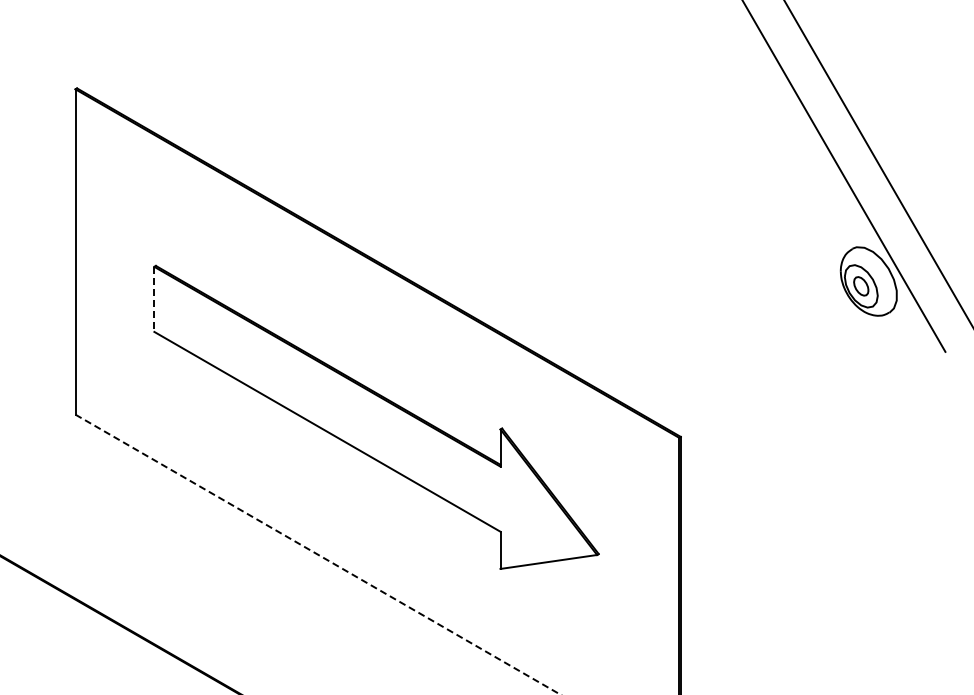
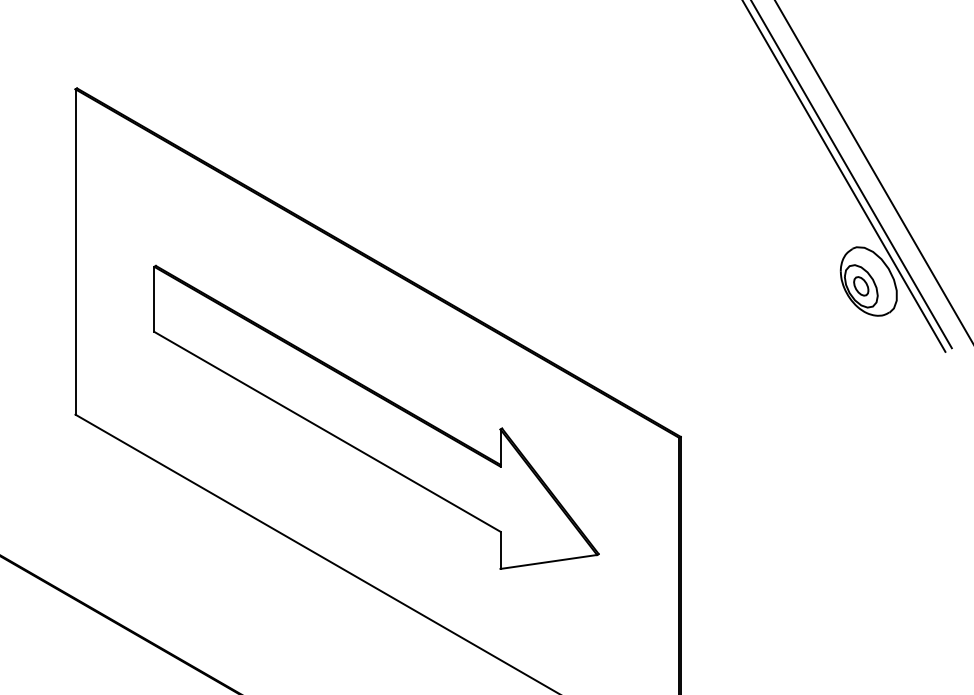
line at (877, 162) position: (877, 162) -> (873, 170)
line at (851, 175): none -> present
line at (154, 299): dashed -> solid
line at (318, 554): dashed -> solid
